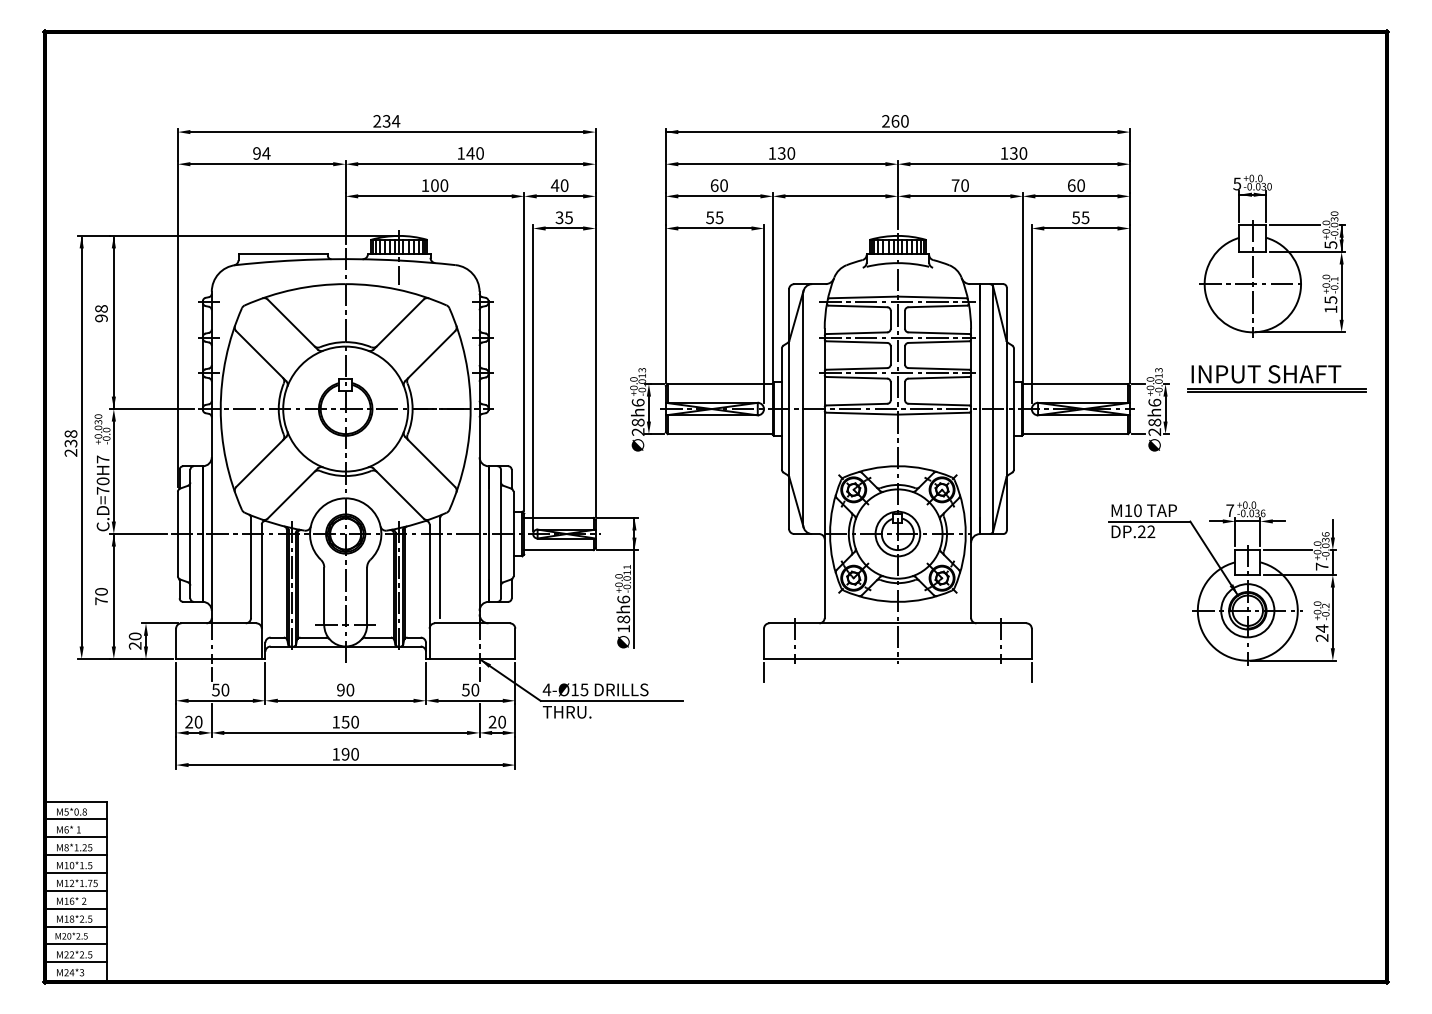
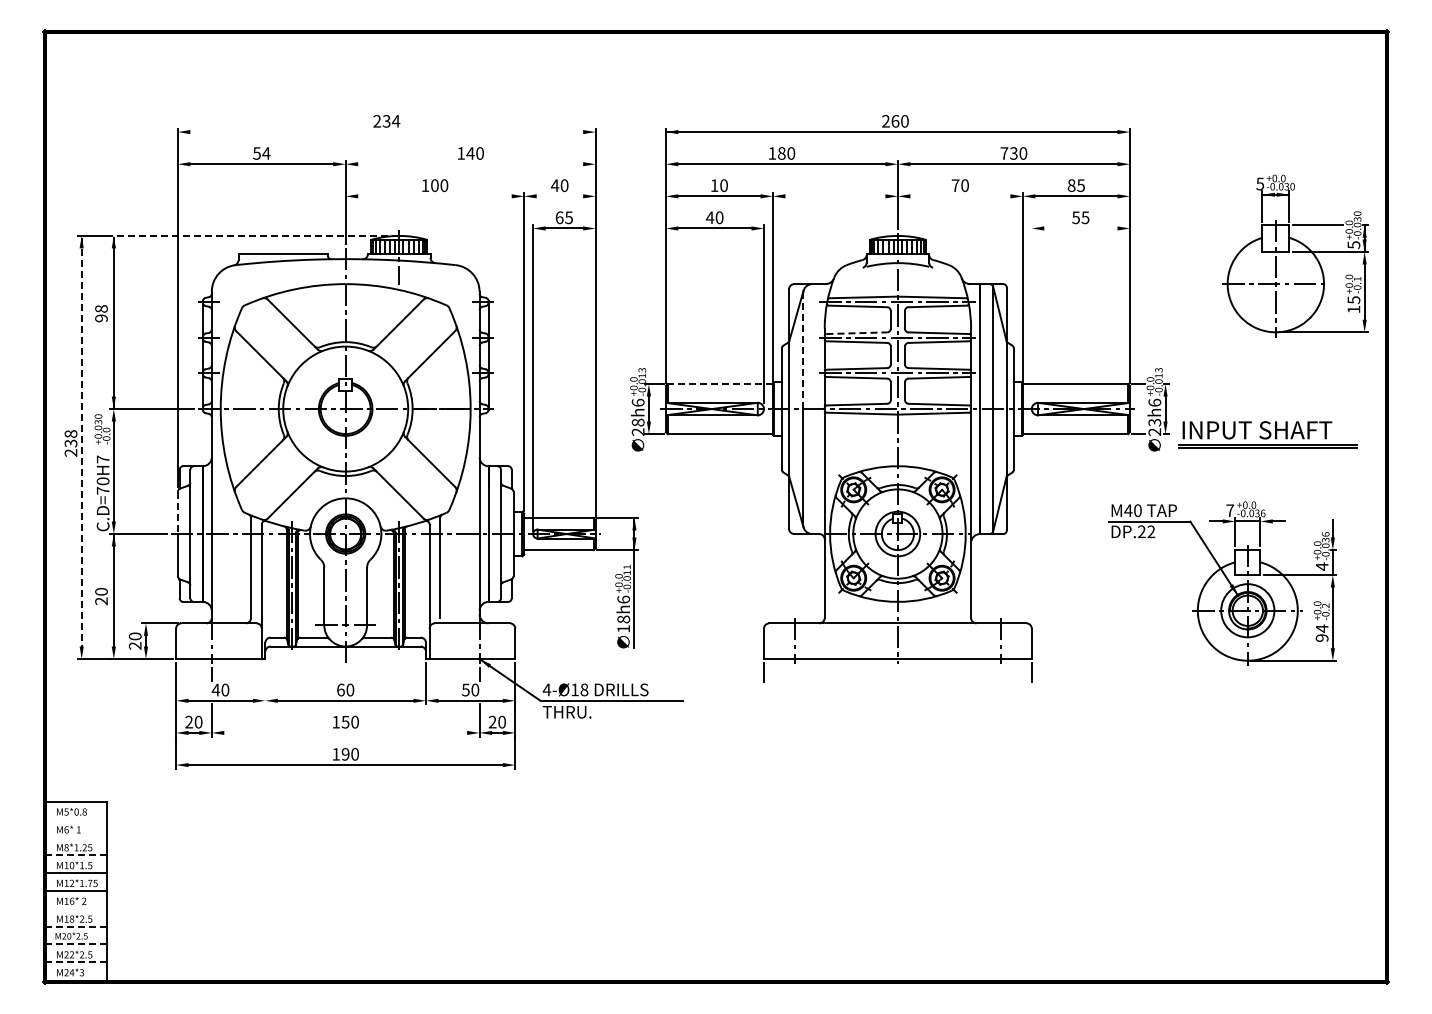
line at (386, 132): present -> none
text at (256, 153): 94 -> 54
text at (781, 153): 130 -> 180
text at (1004, 153): 130 -> 730
line at (470, 164): present -> none
text at (714, 185): 60 -> 10
text at (1075, 185): 60 -> 85
line at (434, 196): present -> none
line at (559, 196): present -> none
line at (835, 196): present -> none
line at (960, 196): present -> none
text at (559, 217): 35 -> 65
text at (714, 217): 55 -> 40
line at (1080, 228): present -> none
line at (254, 235): solid -> dashed
part at (1272, 255) position: (1272, 255) -> (1295, 255)
line at (1031, 313): present -> none
line at (857, 333): solid -> dashed
line at (803, 350): solid -> dashed
part at (1276, 378) position: (1276, 378) -> (1267, 434)
line at (720, 384): solid -> dashed
text at (1154, 422): 28h6 -> 23h6
line at (81, 442): solid -> dashed
text at (1128, 510): M10 -> M40
line at (177, 513): solid -> dashed
line at (1287, 550): present -> none
text at (1322, 566): 7 -> 4
text at (101, 601): 70 -> 20
text at (1322, 637): 24 -> 94
line at (265, 683): present -> none
text at (215, 689): 50 -> 40
text at (340, 689): 90 -> 60
text at (584, 689): 4-Ø15 -> 4-Ø18
line at (345, 732): present -> none
line at (76, 819): present -> none
line at (76, 837): present -> none
line at (76, 855): solid -> dashed
line at (76, 908): present -> none
line at (76, 926): solid -> dashed
line at (76, 944): solid -> dashed
line at (76, 962): solid -> dashed
